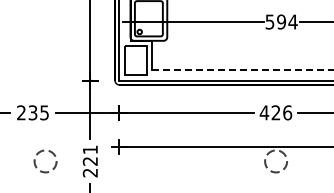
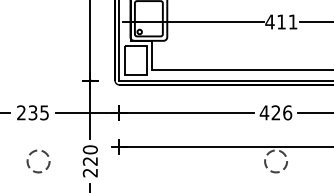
text at (281, 21): 594 -> 411
line at (242, 69): dashed -> solid
text at (89, 149): 221 -> 220
circle at (45, 161) position: (45, 161) -> (38, 161)
